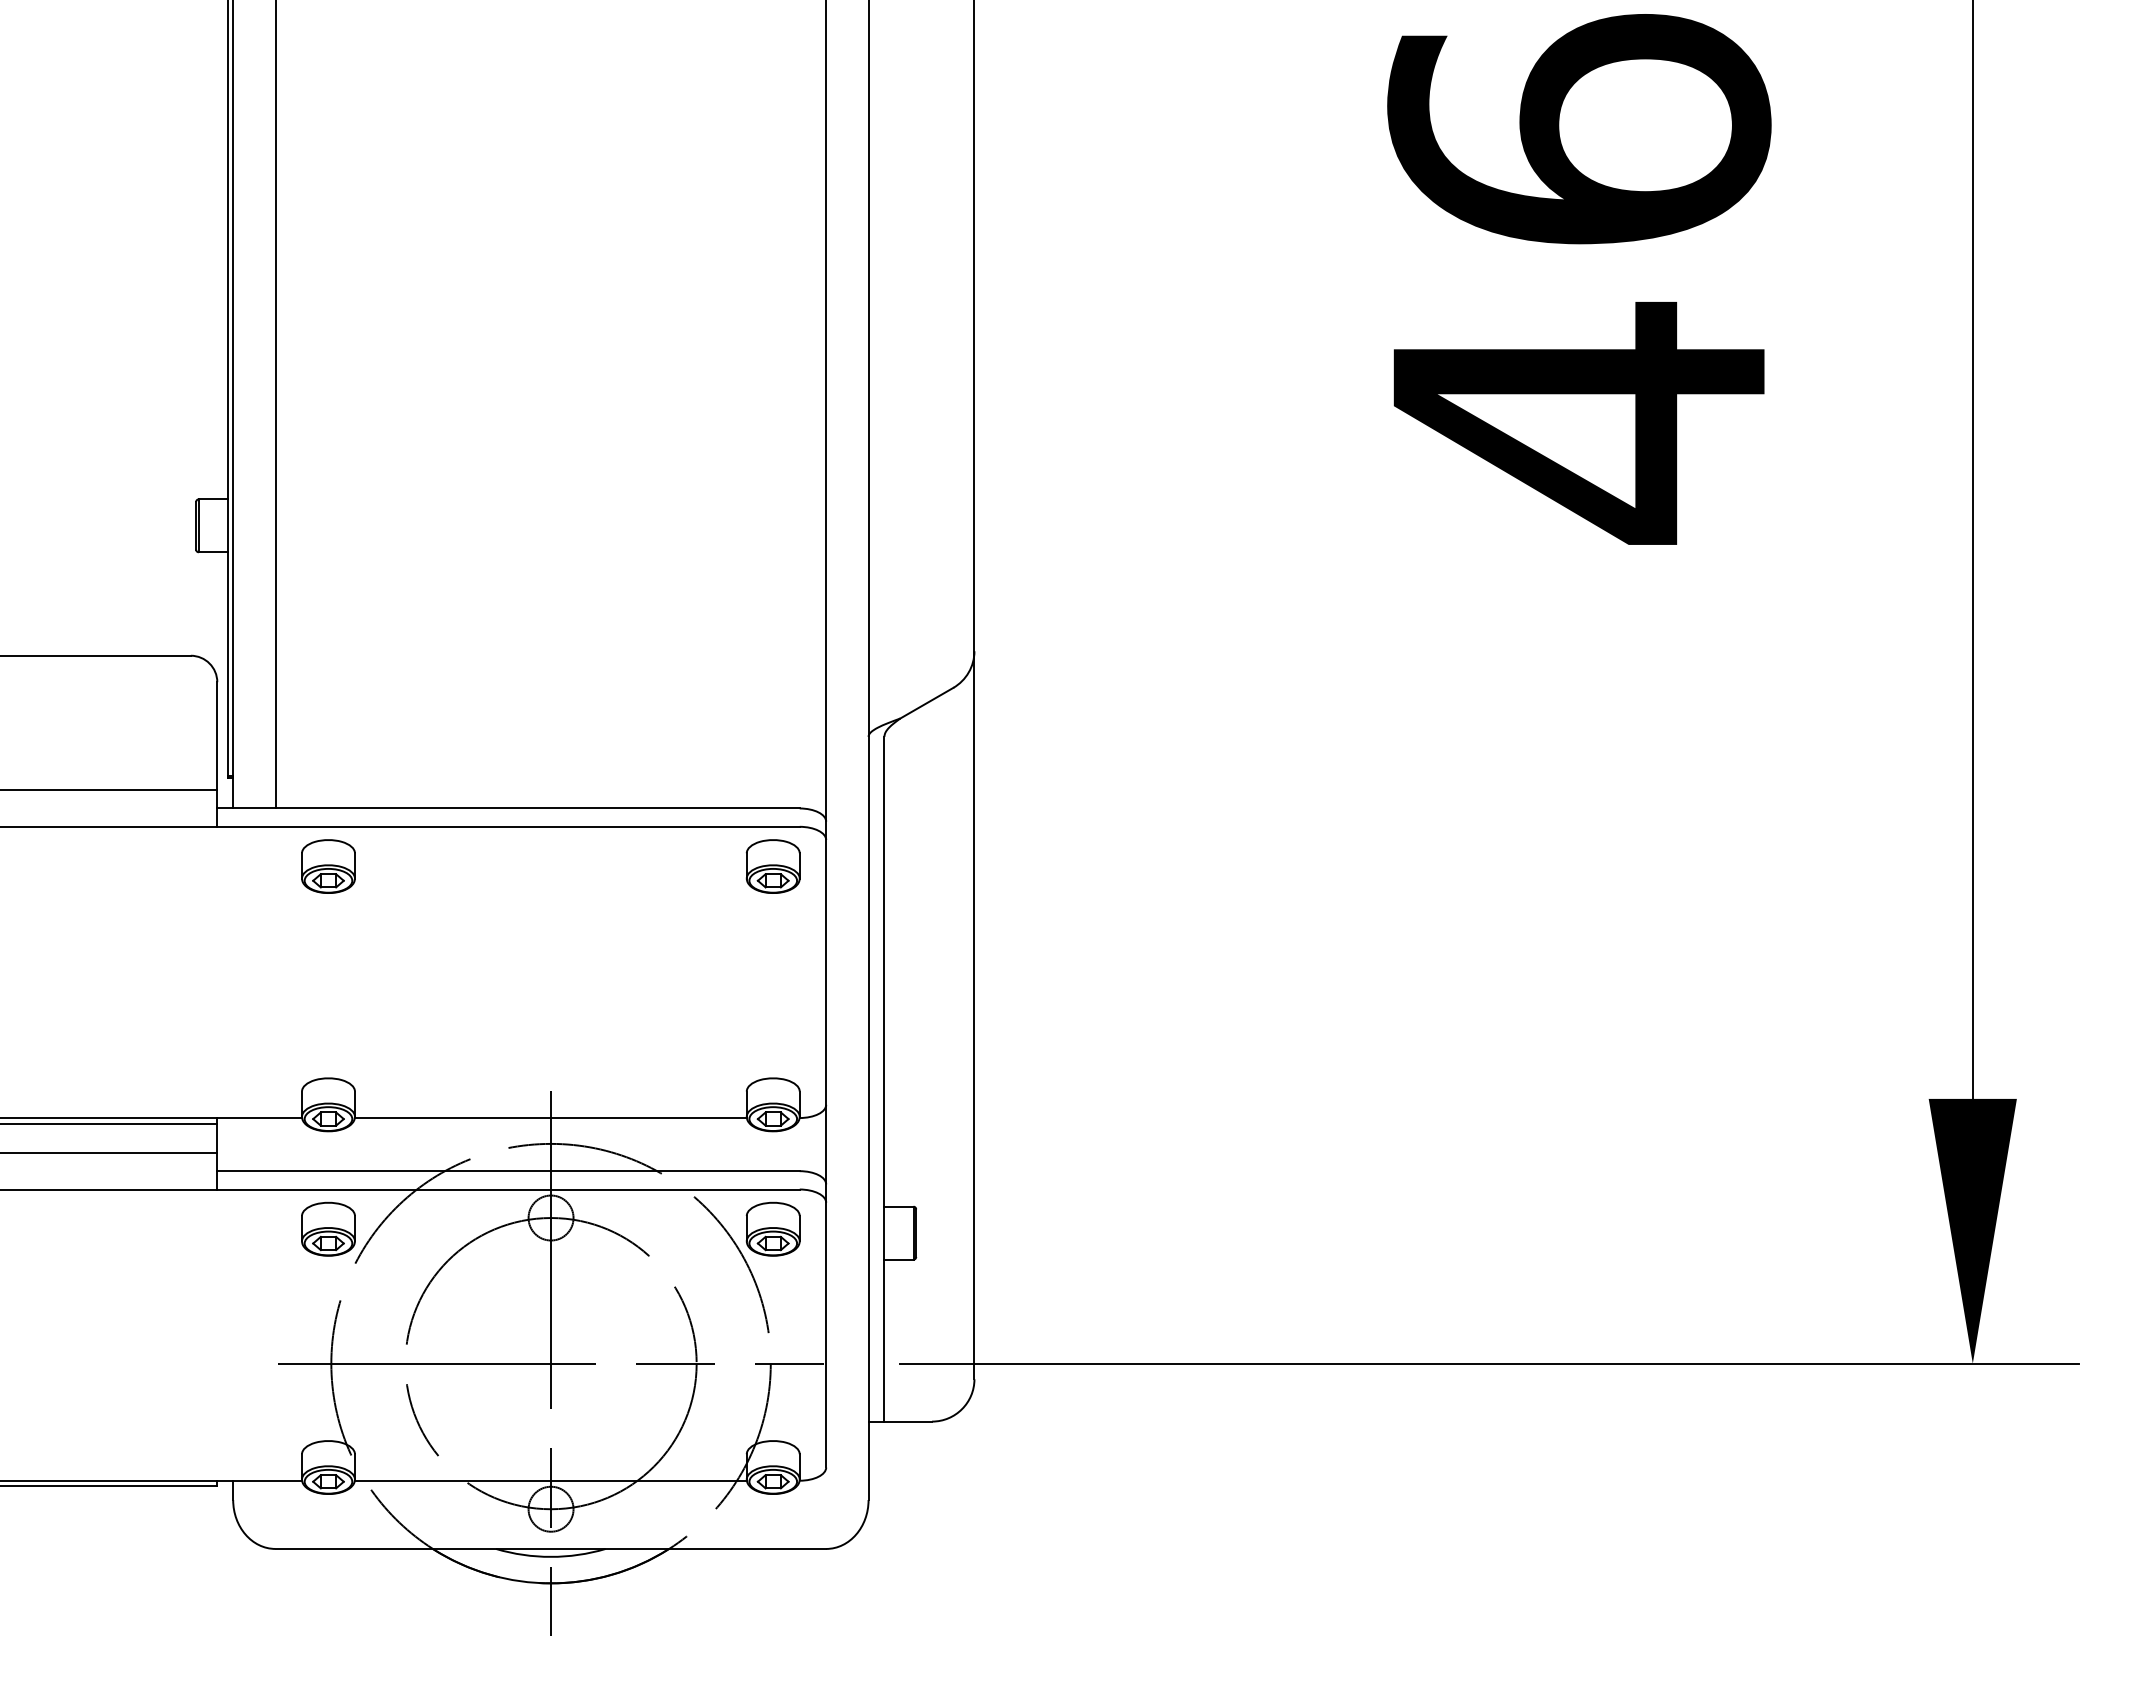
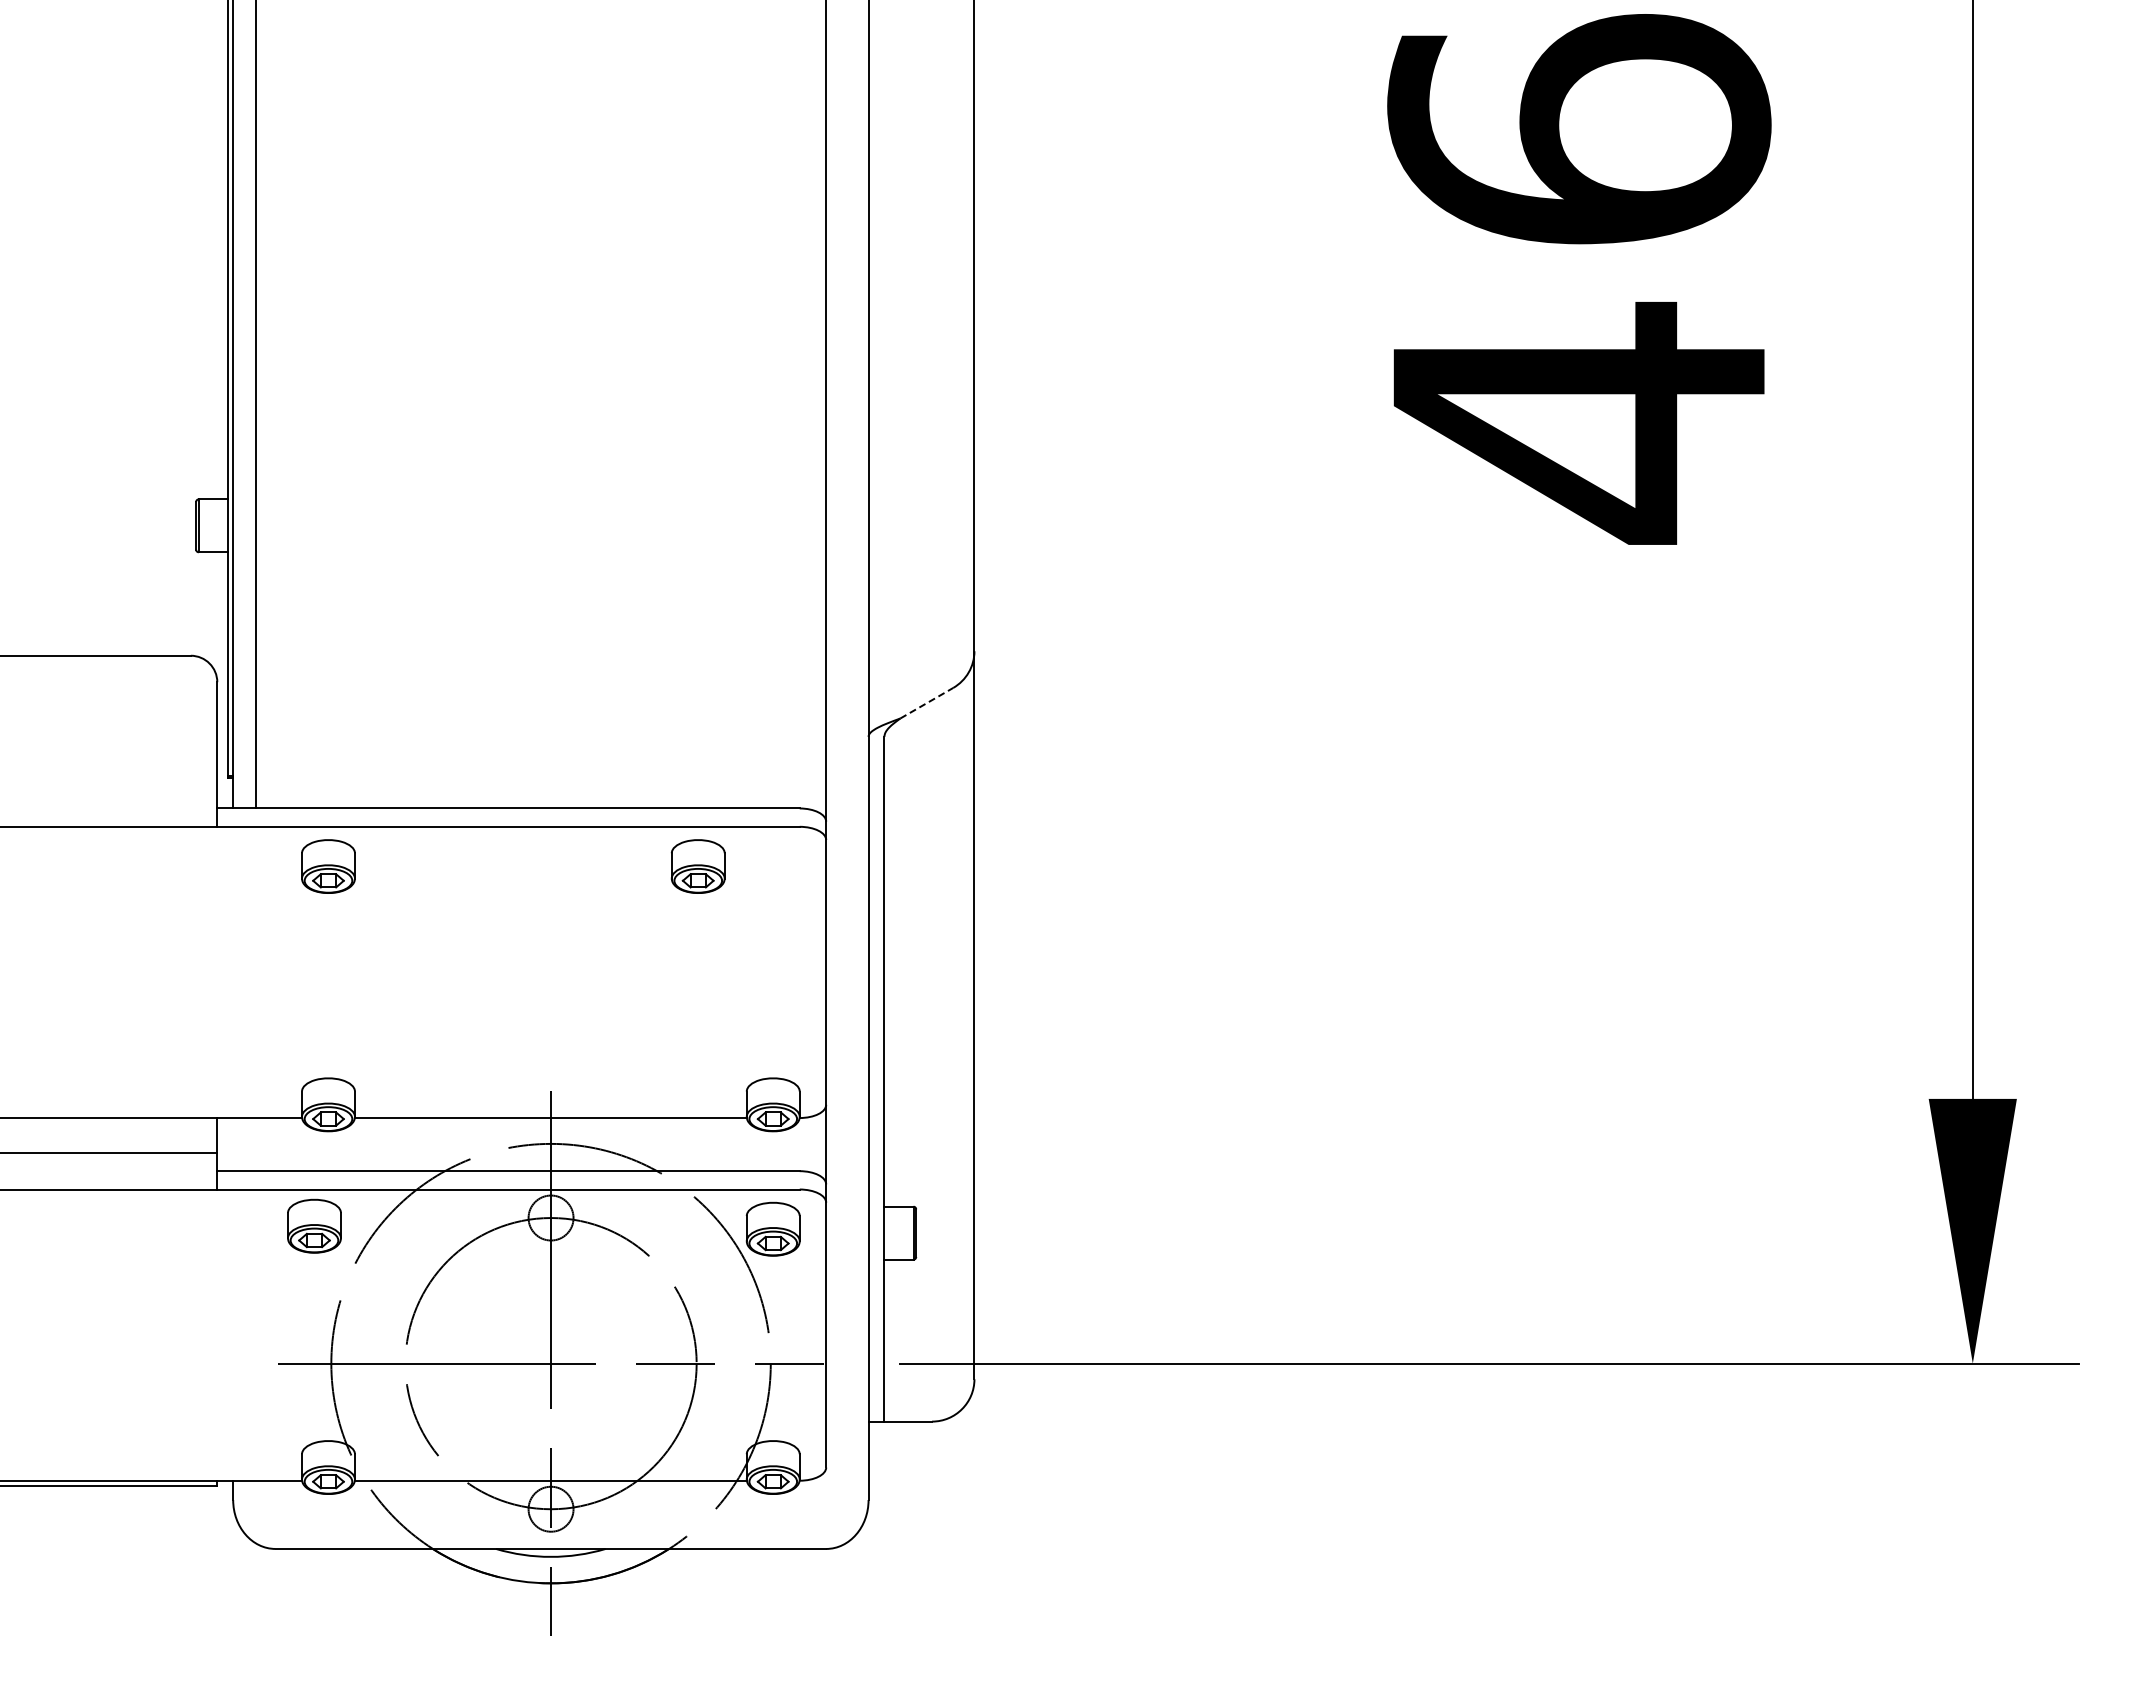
line at (275, 405) position: (275, 405) -> (255, 405)
line at (926, 703): solid -> dashed
line at (109, 790): present -> none
part at (772, 866) position: (772, 866) -> (697, 866)
line at (109, 1123): present -> none
part at (328, 1228) position: (328, 1228) -> (314, 1225)
